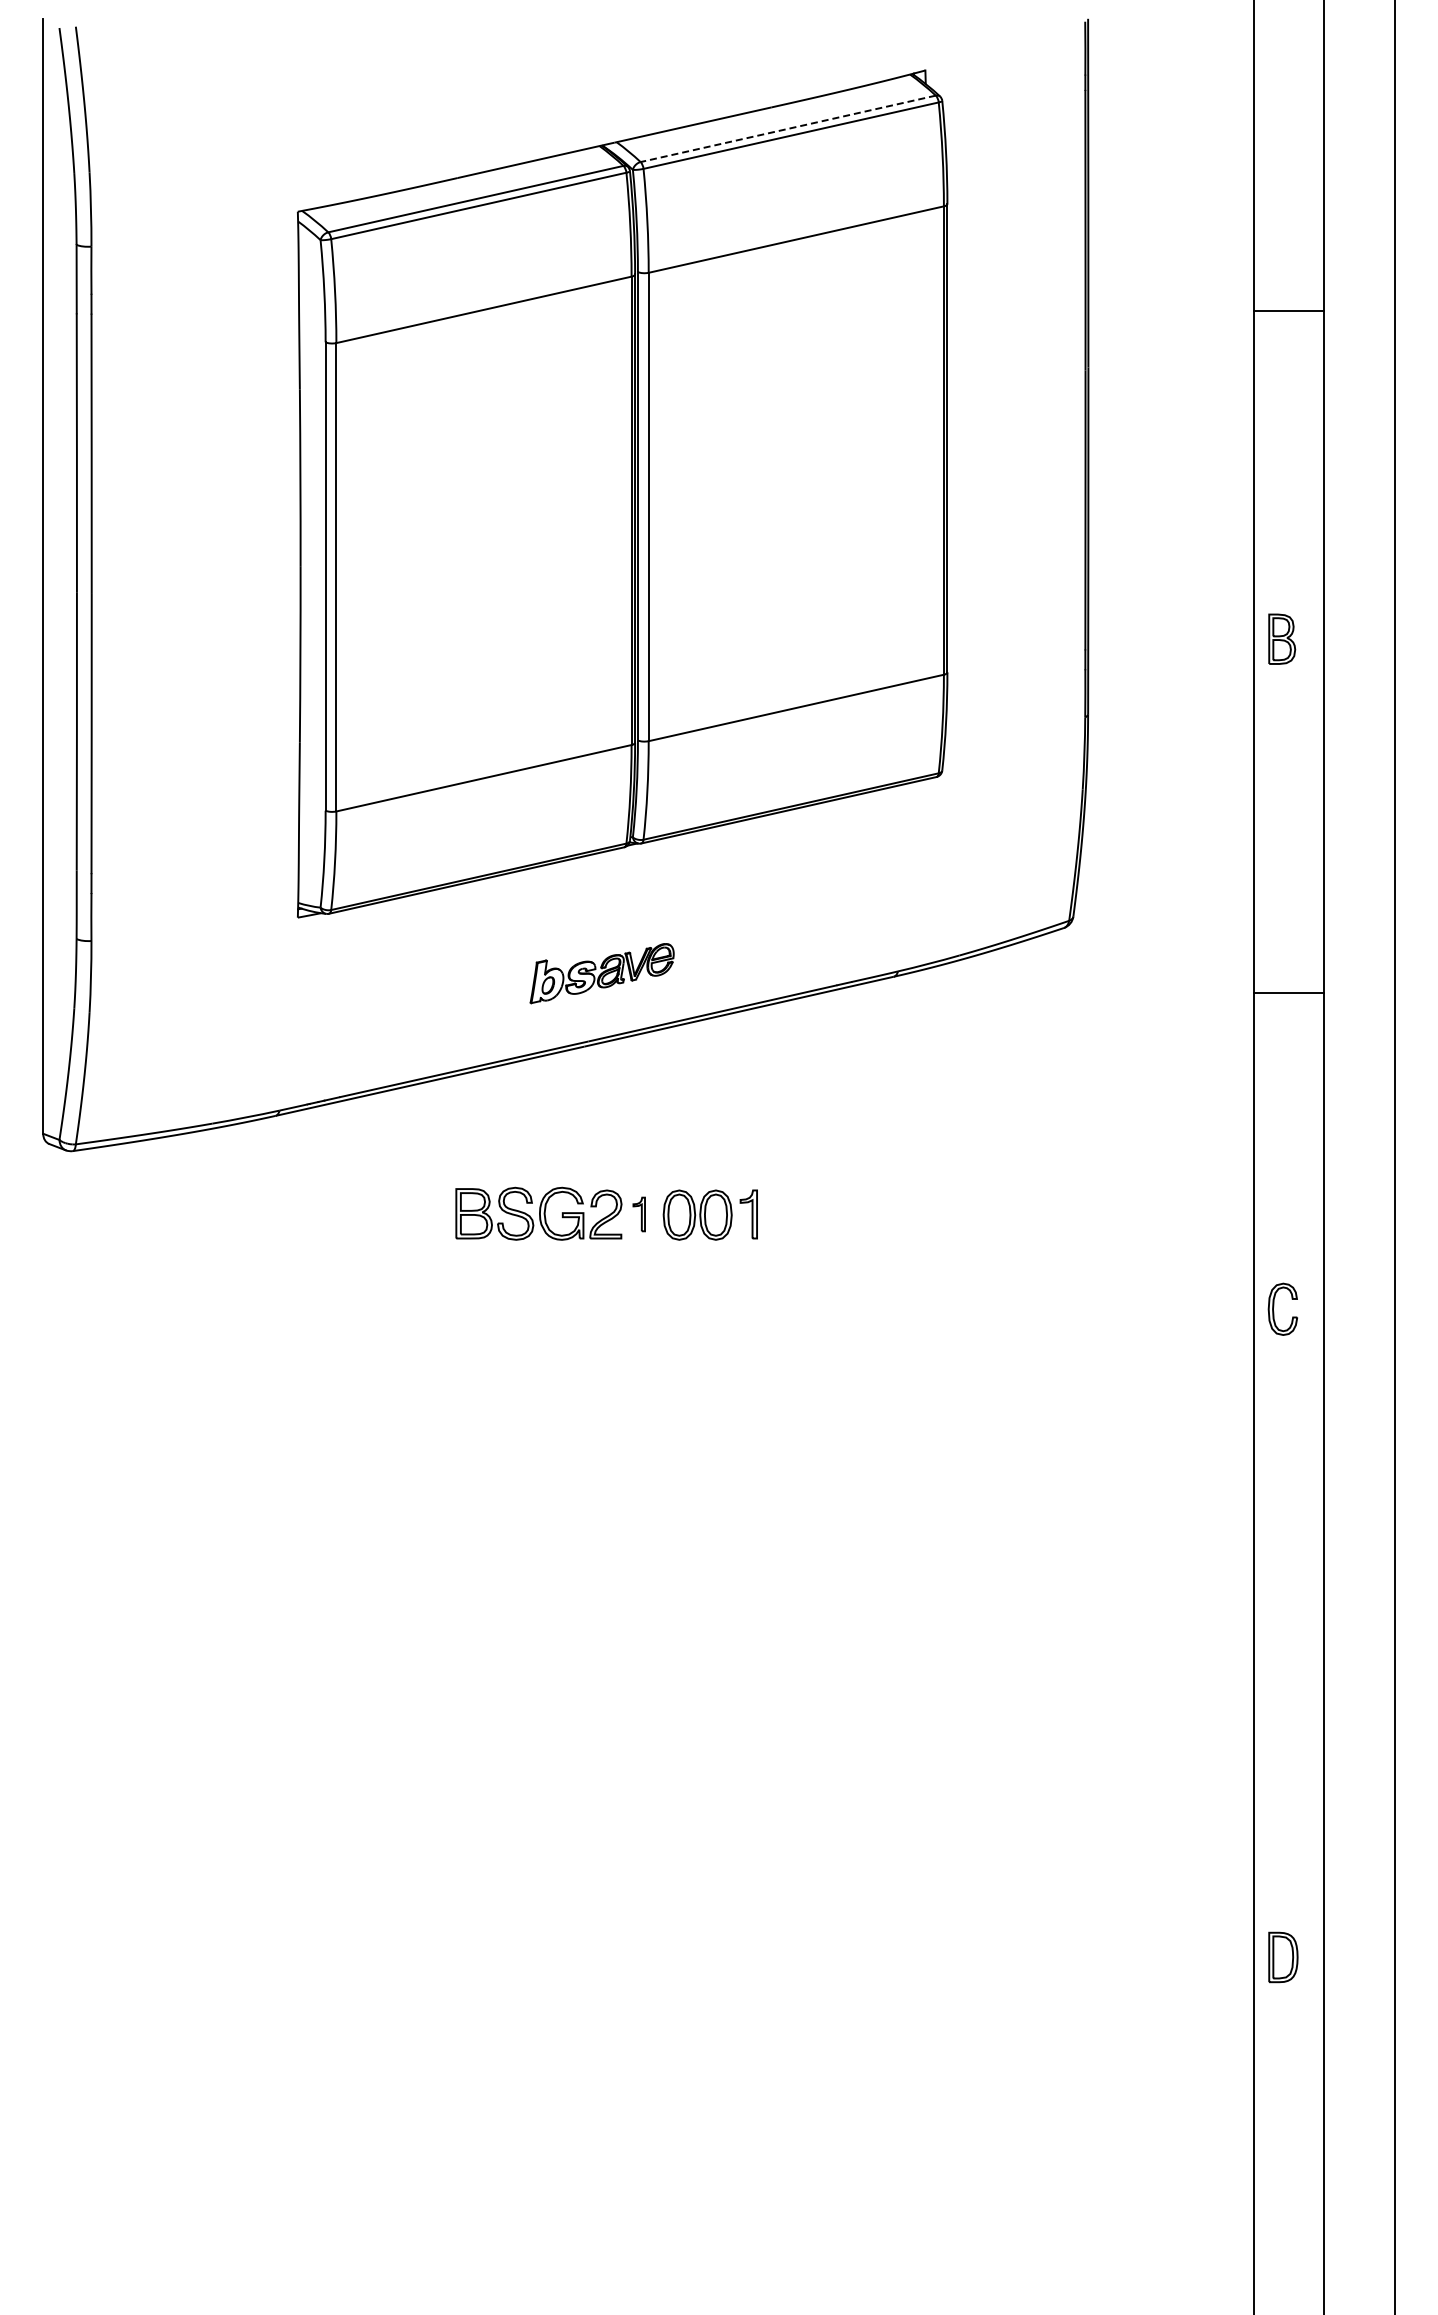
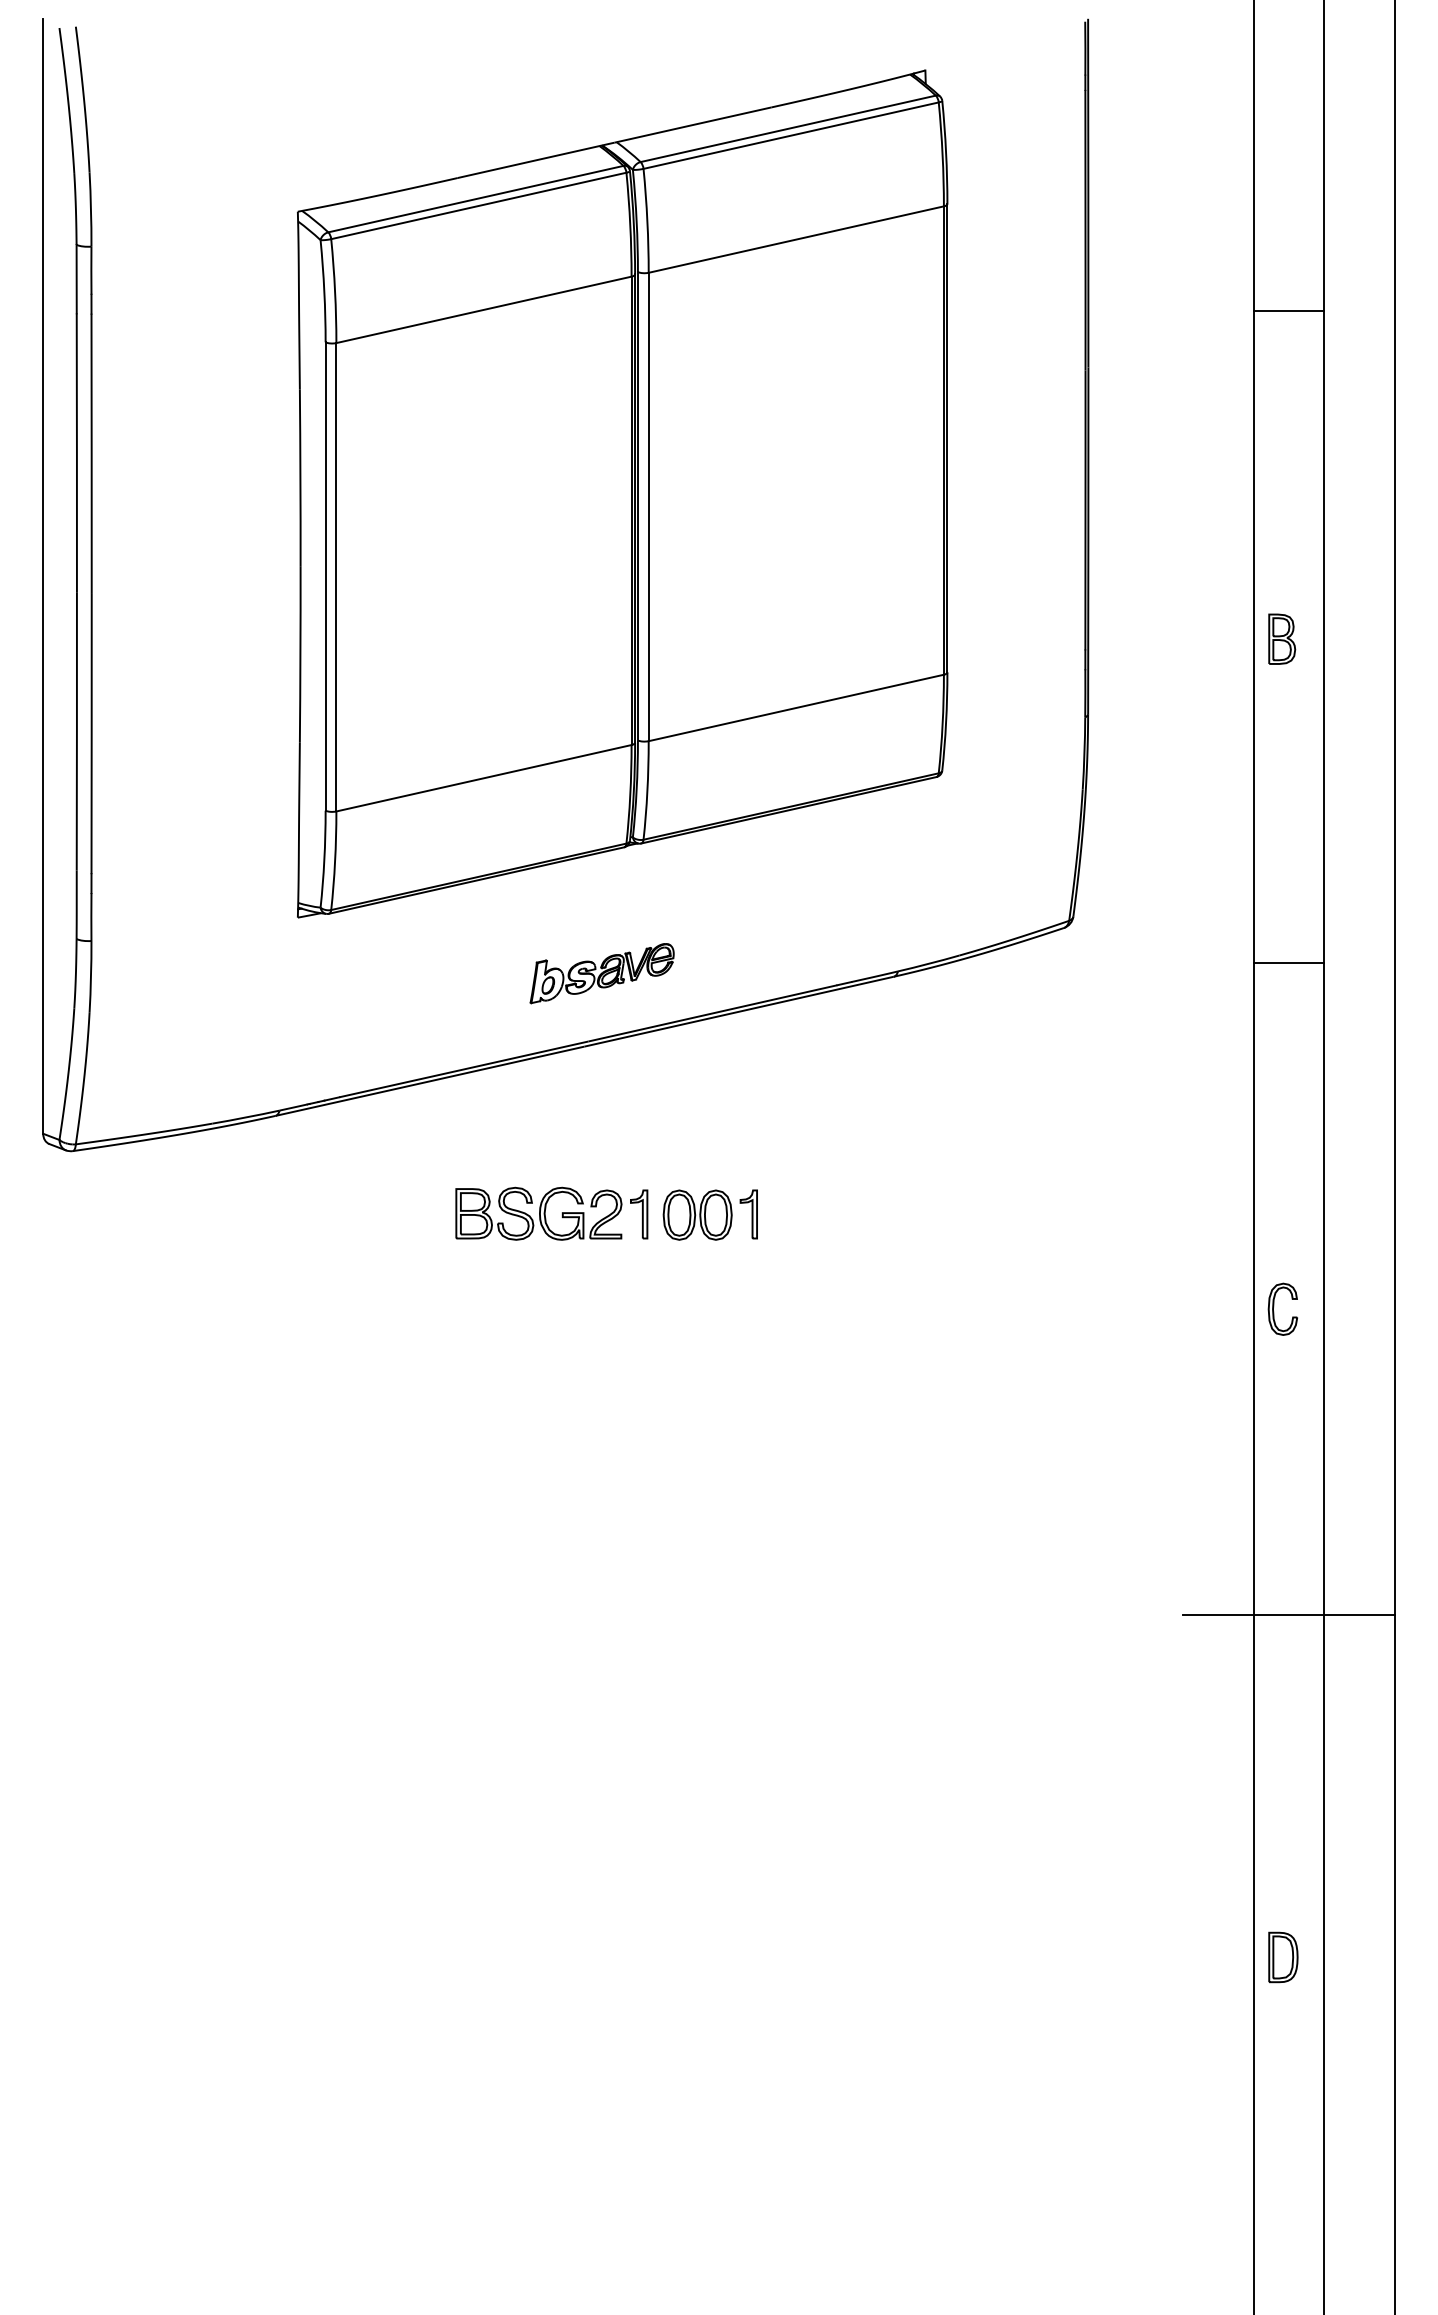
line at (787, 128): dashed -> solid
line at (1288, 992) position: (1288, 992) -> (1288, 962)
part at (638, 1214) size: 14x37 px -> 19x51 px
line at (1288, 1614): none -> present
